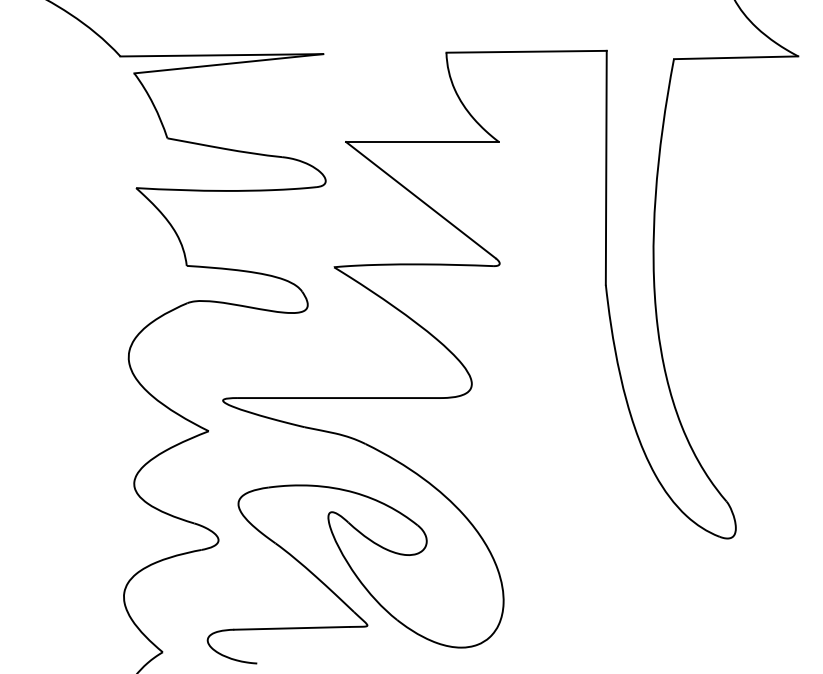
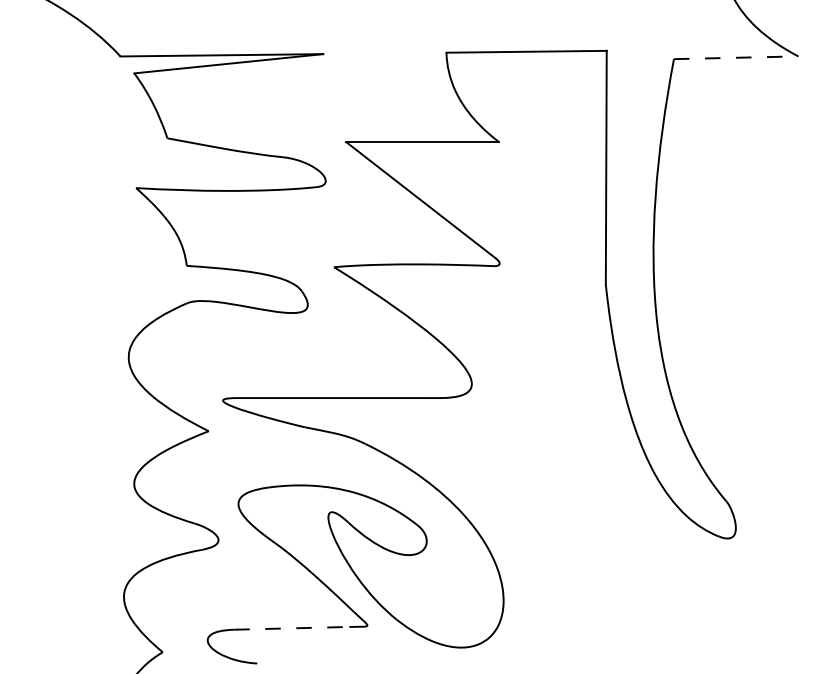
line at (736, 57): solid -> dashed
line at (291, 628): solid -> dashed
